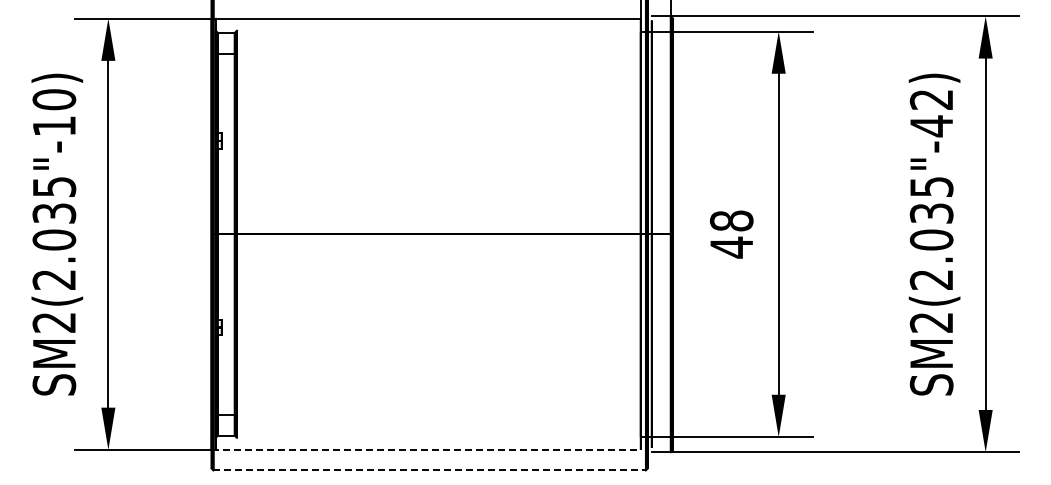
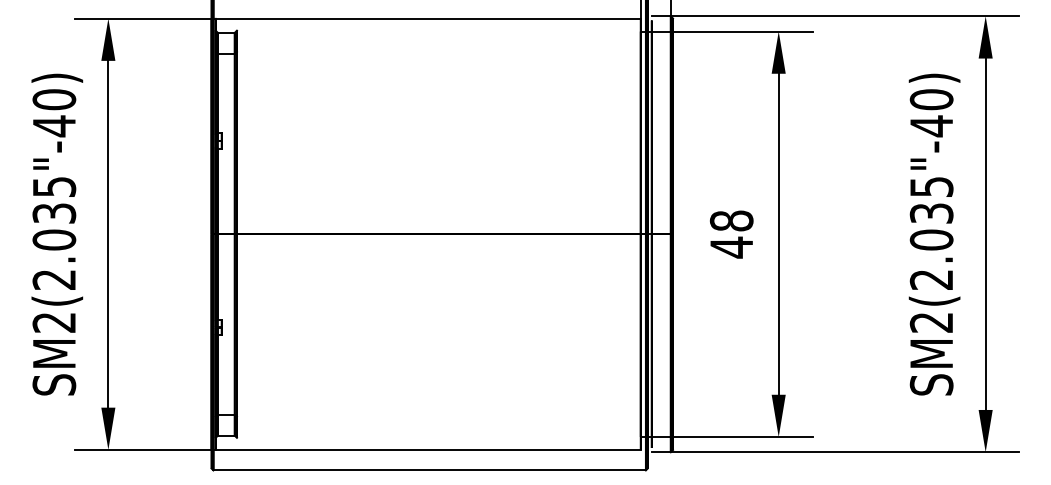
text at (931, 99): SM2(2.035"-42) -> SM2(2.035"-40)
text at (54, 126): SM2(2.035"-10) -> SM2(2.035"-40)
line at (426, 449): dashed -> solid
line at (430, 470): dashed -> solid
